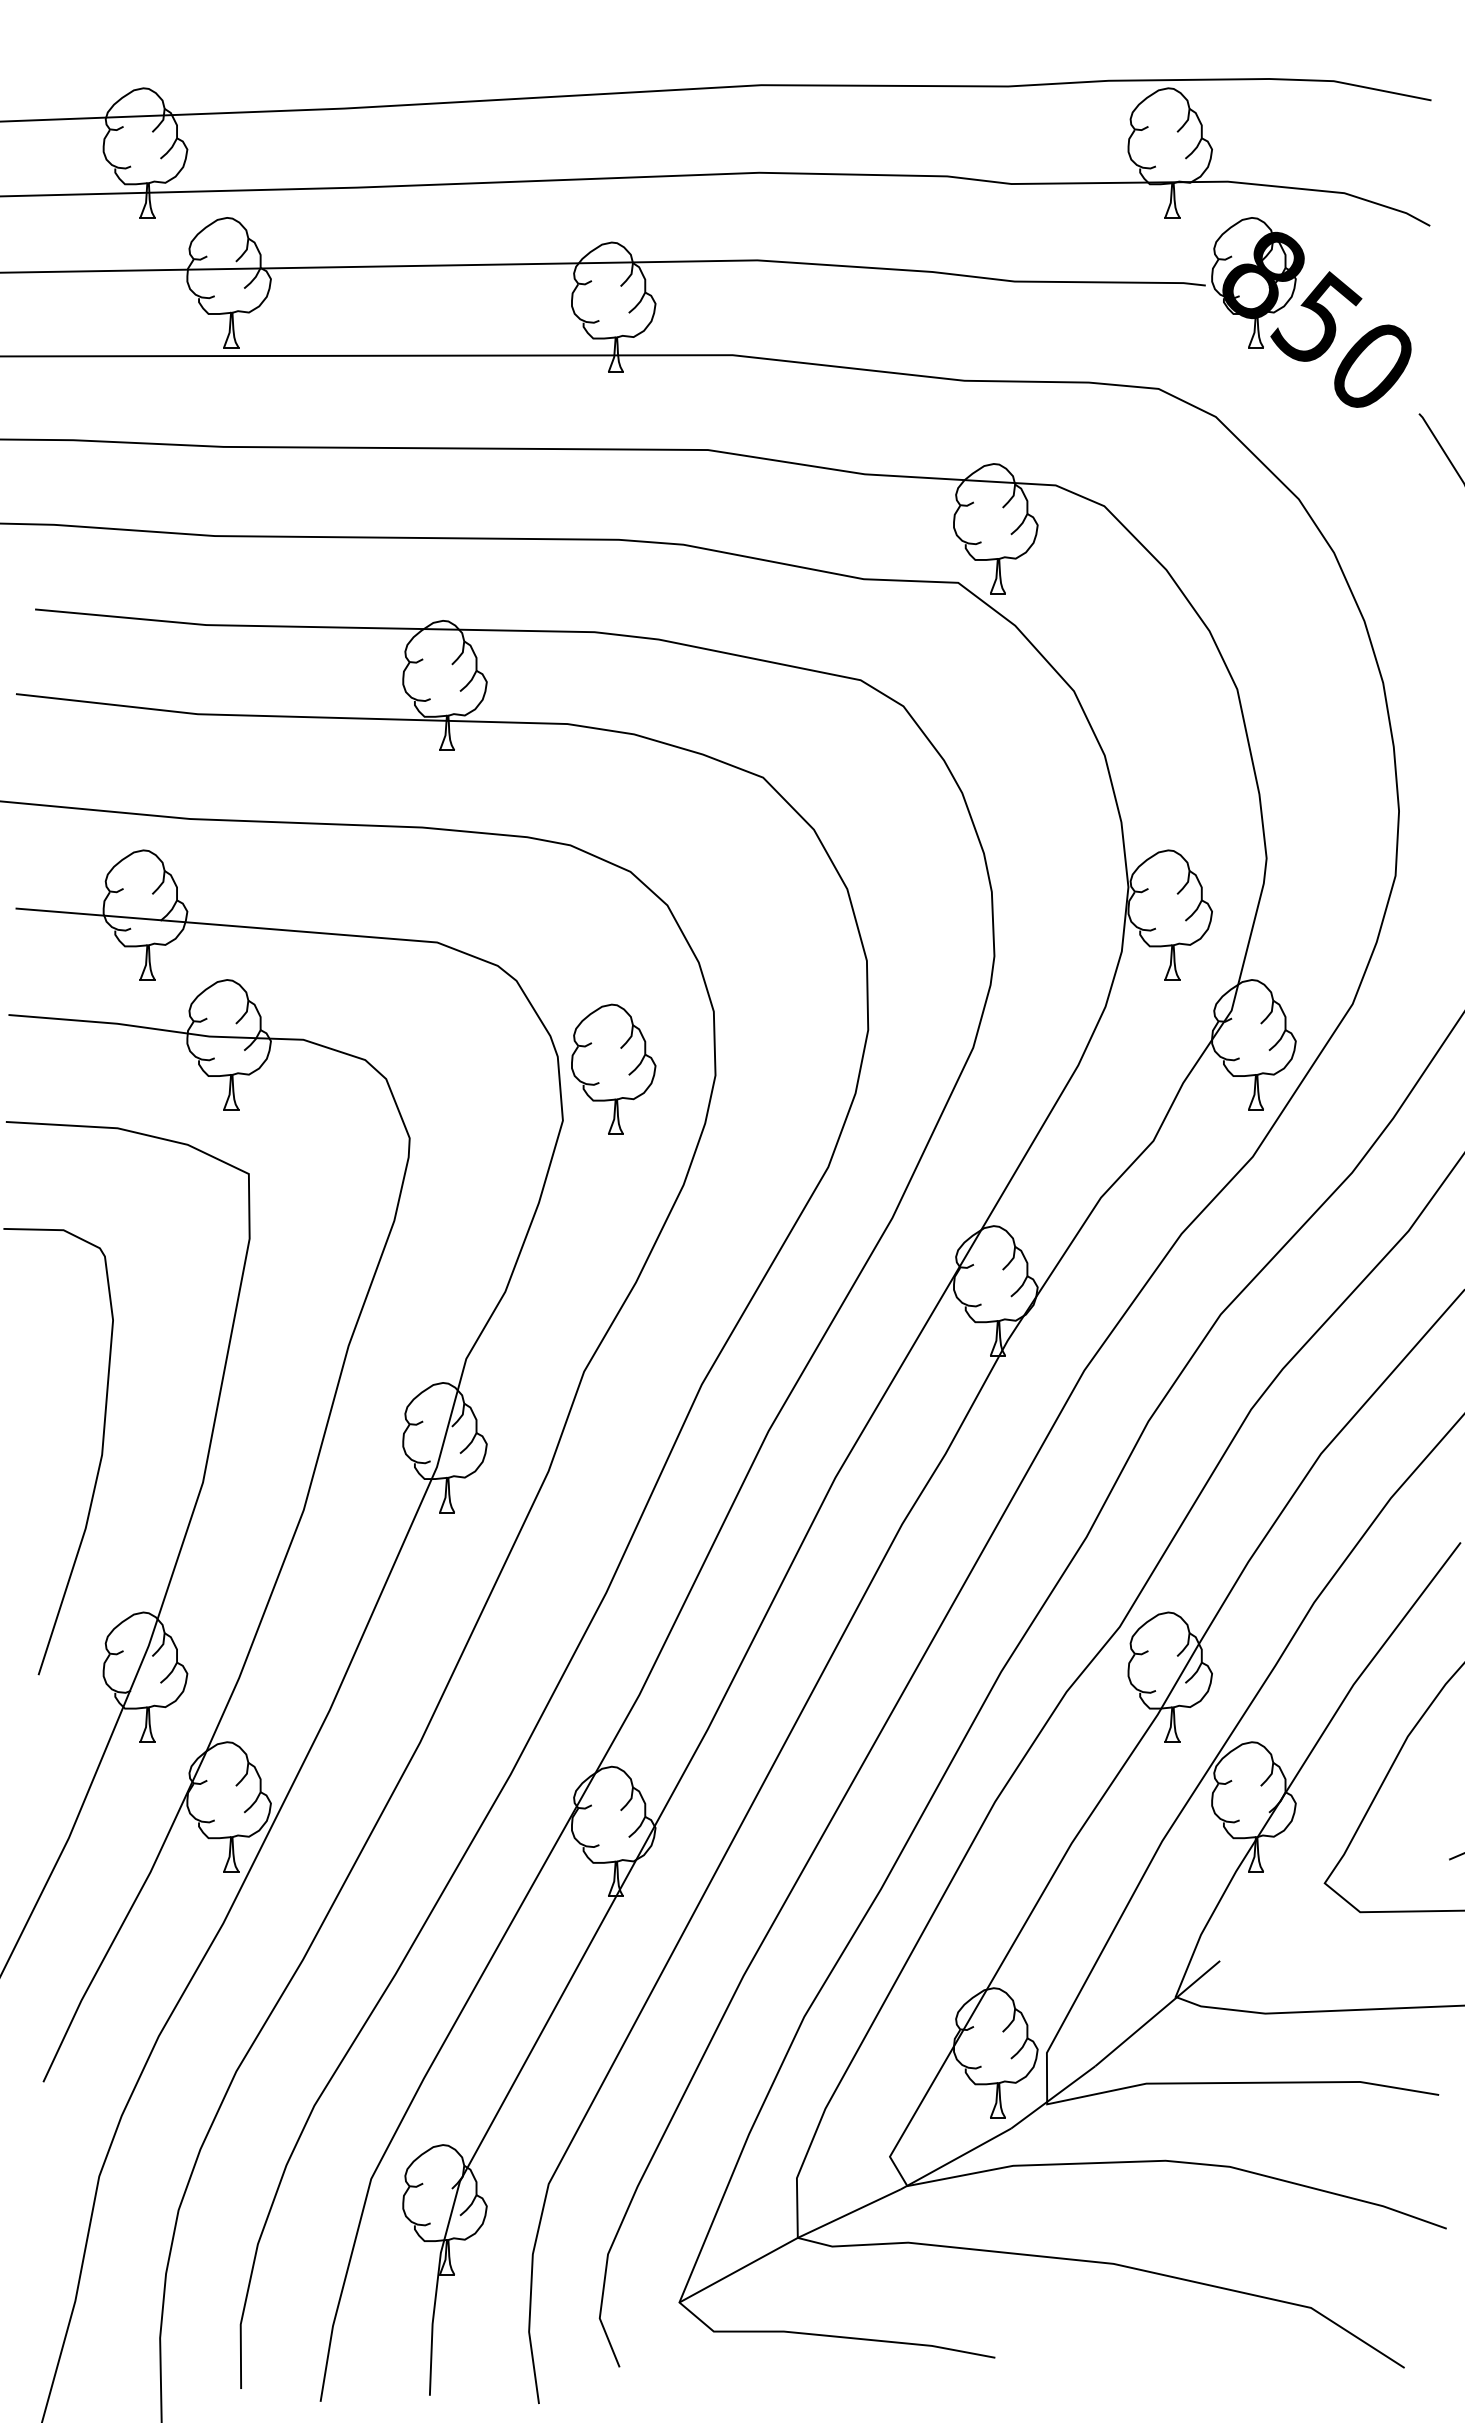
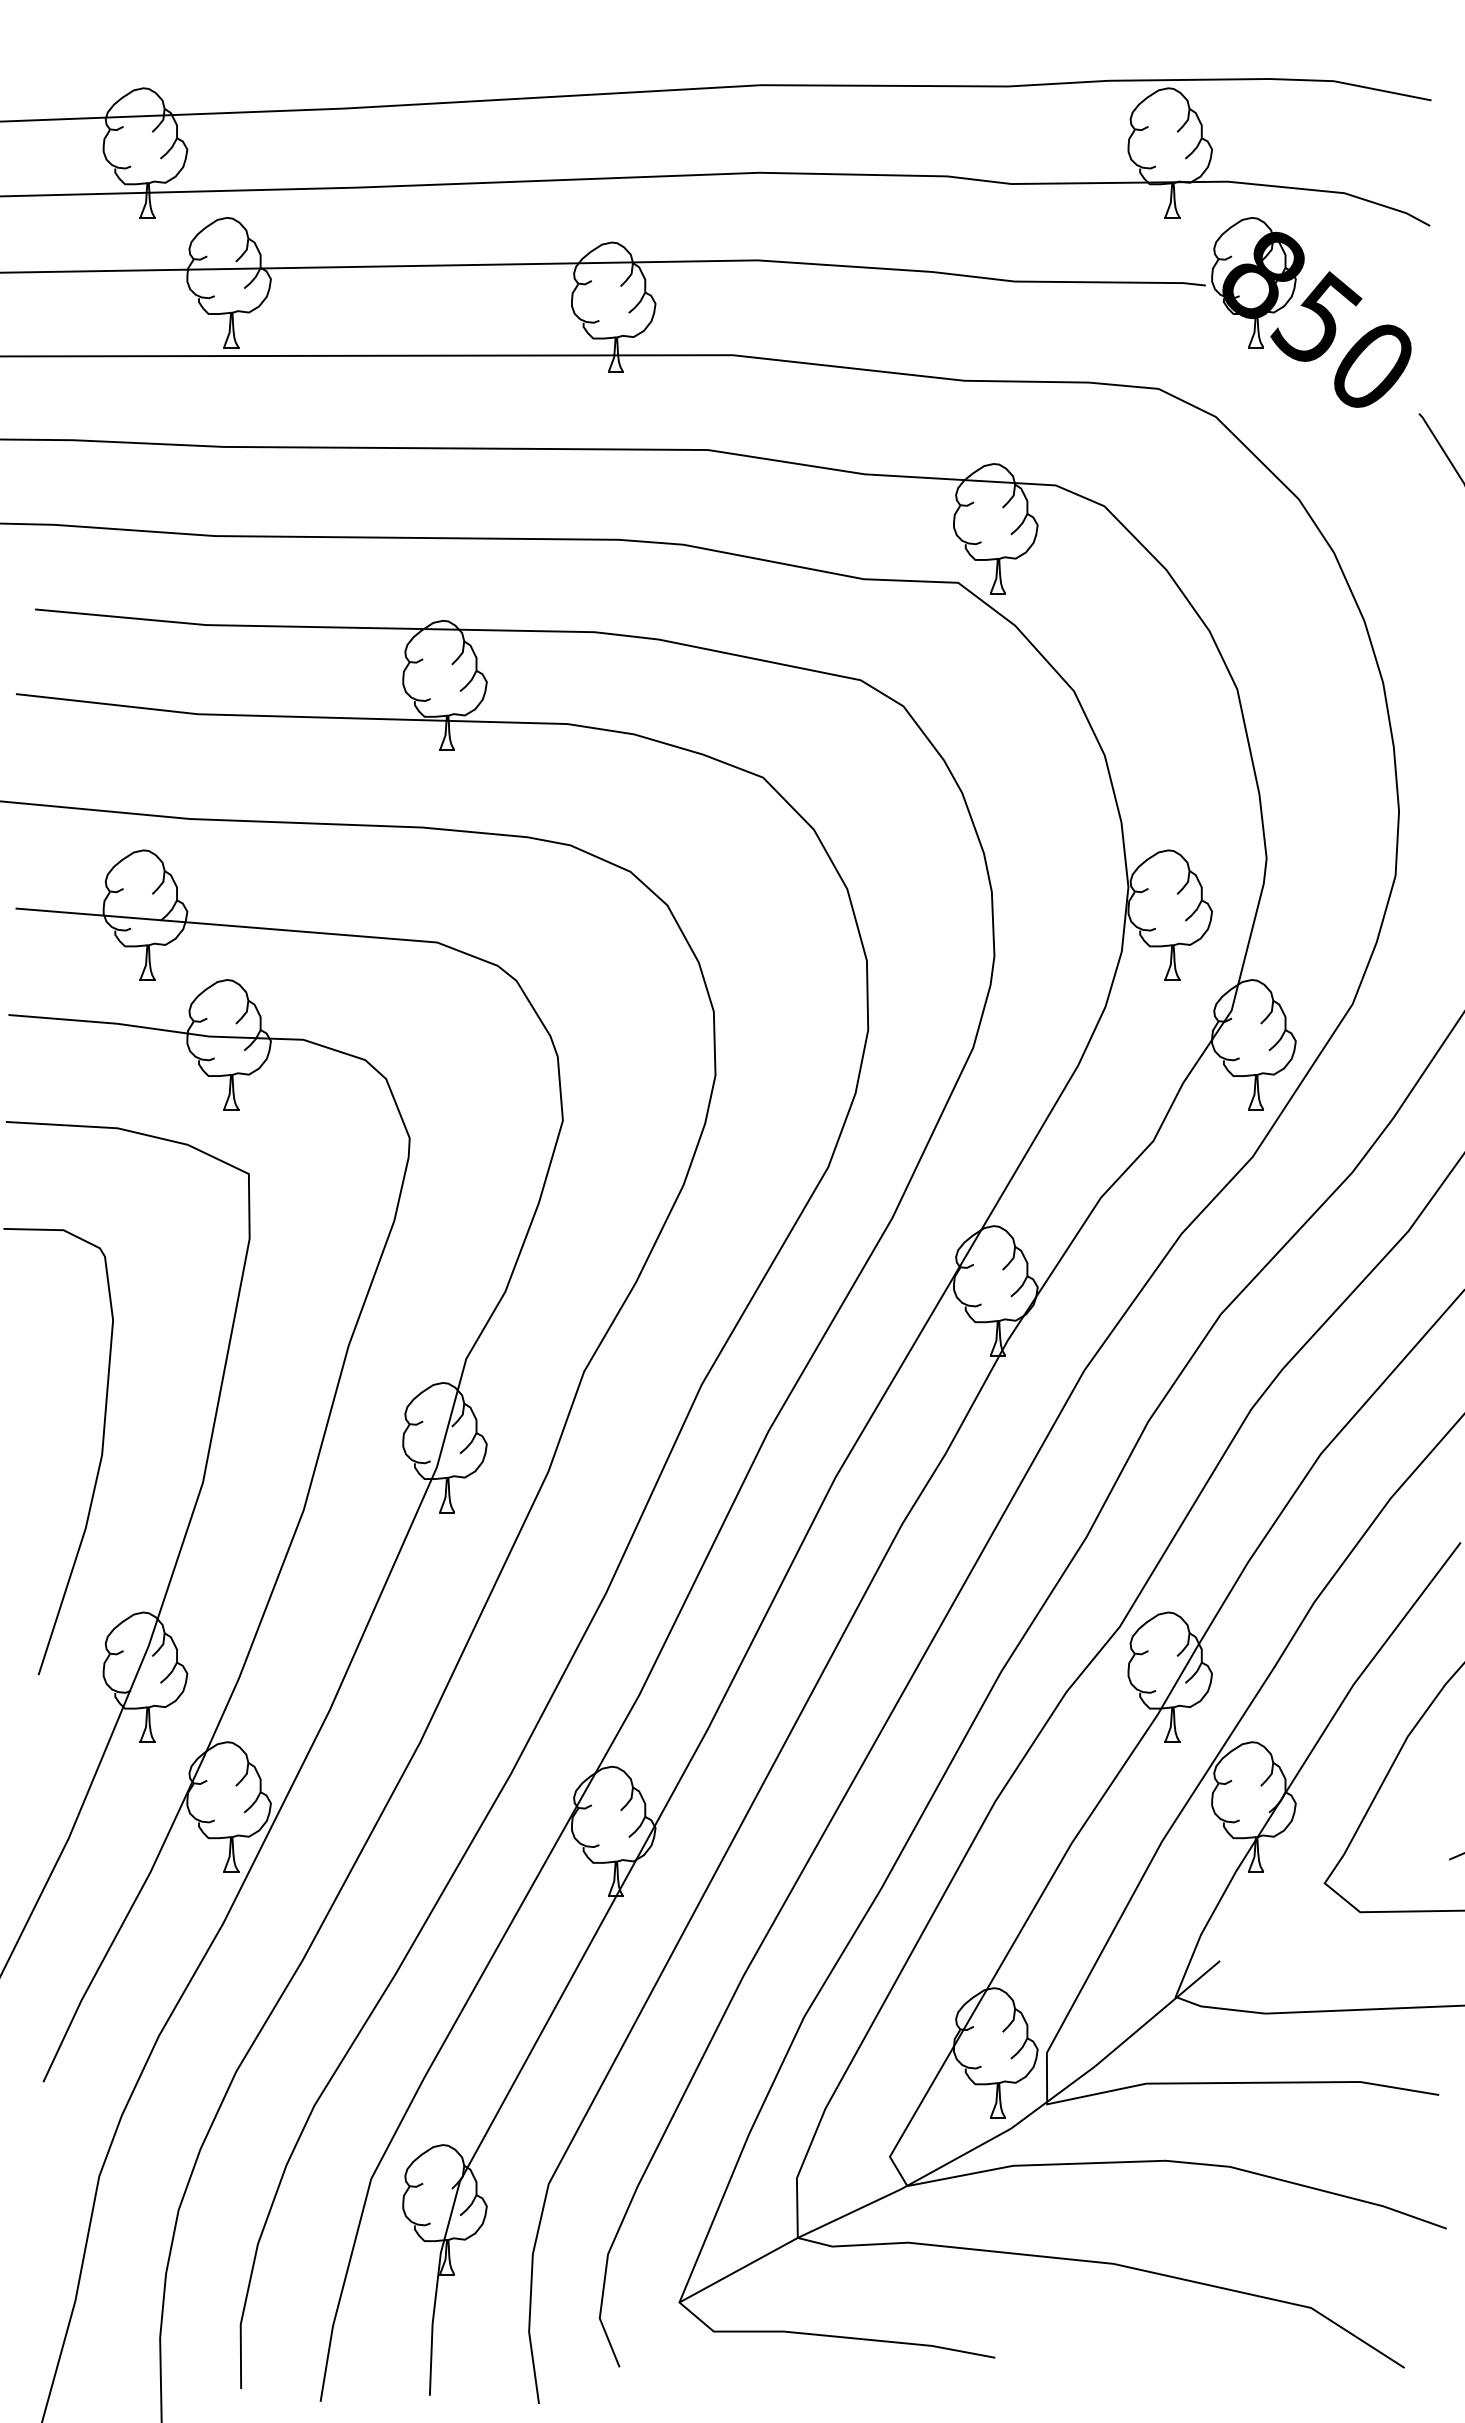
part at (613, 1068): present -> none
